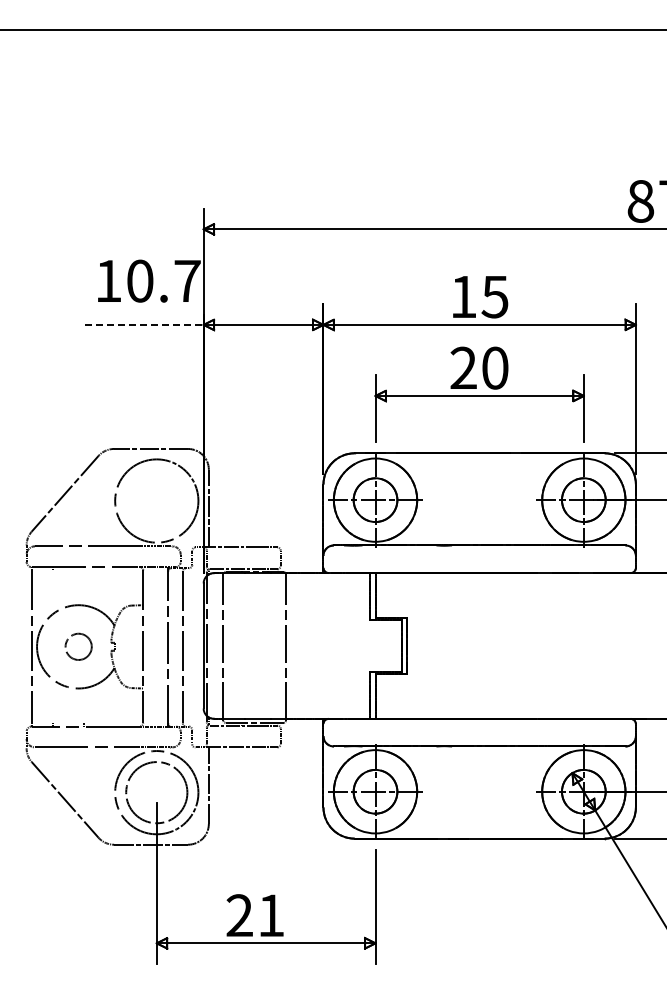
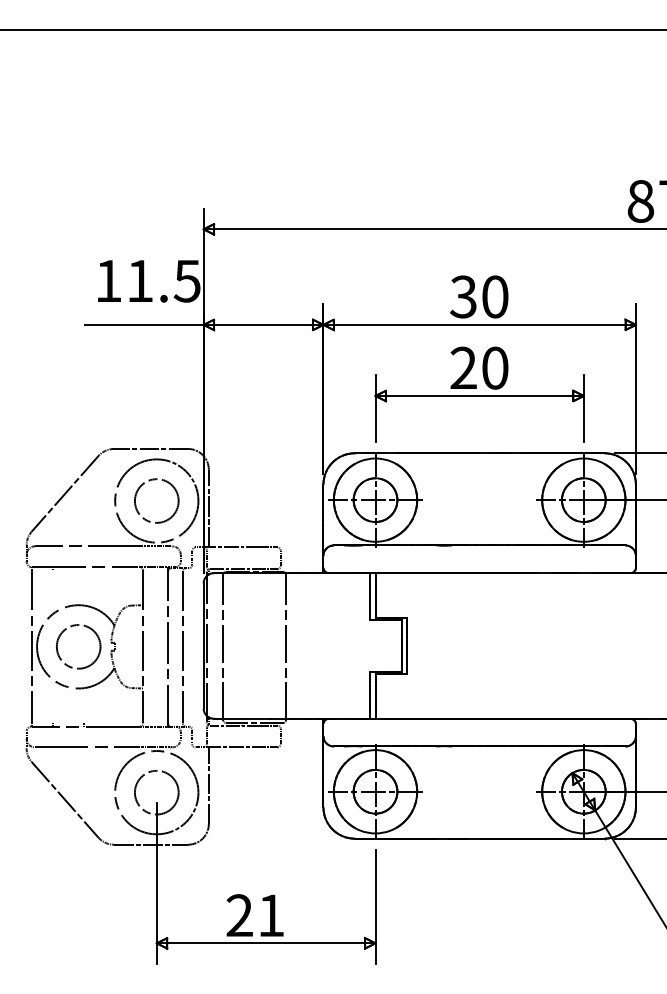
text at (163, 280): 10.7 -> 11.5
text at (479, 296): 15 -> 30
line at (144, 324): dashed -> solid
circle at (156, 500): none -> present
circle at (78, 646) diameter: 26 px -> 44 px
circle at (156, 792) diameter: 61 px -> 44 px
